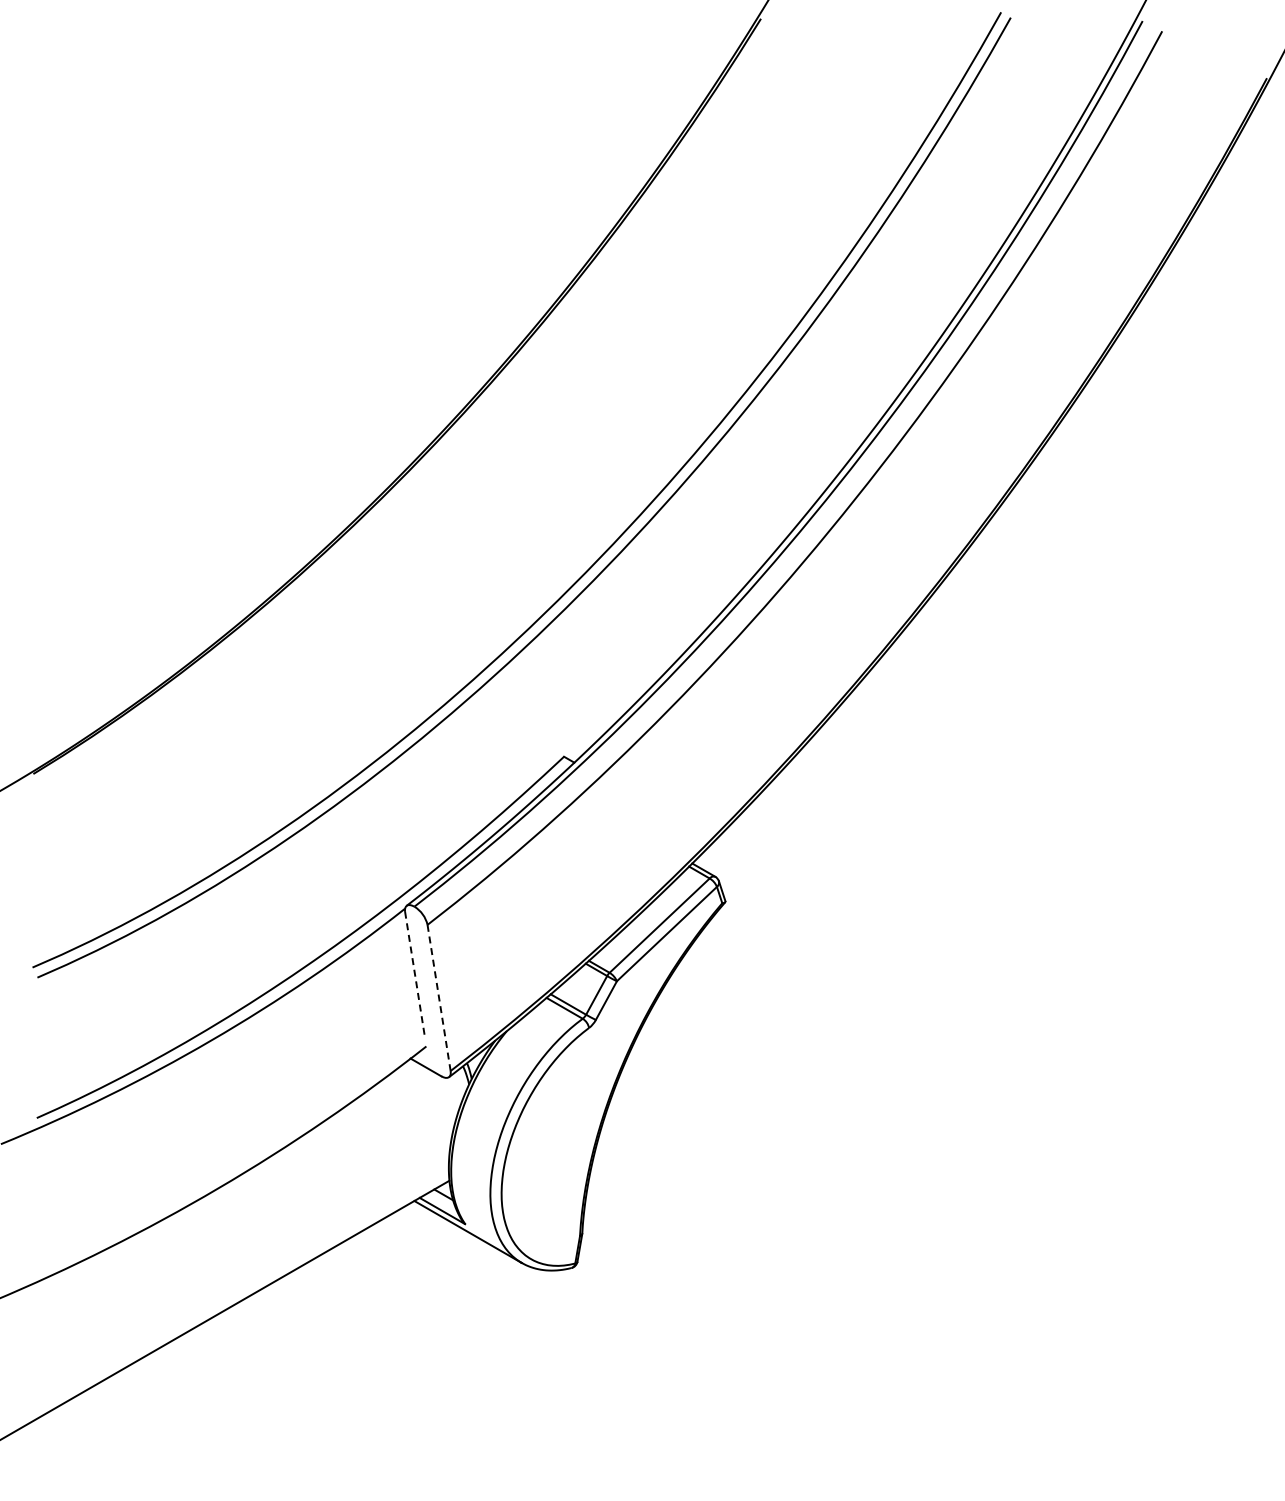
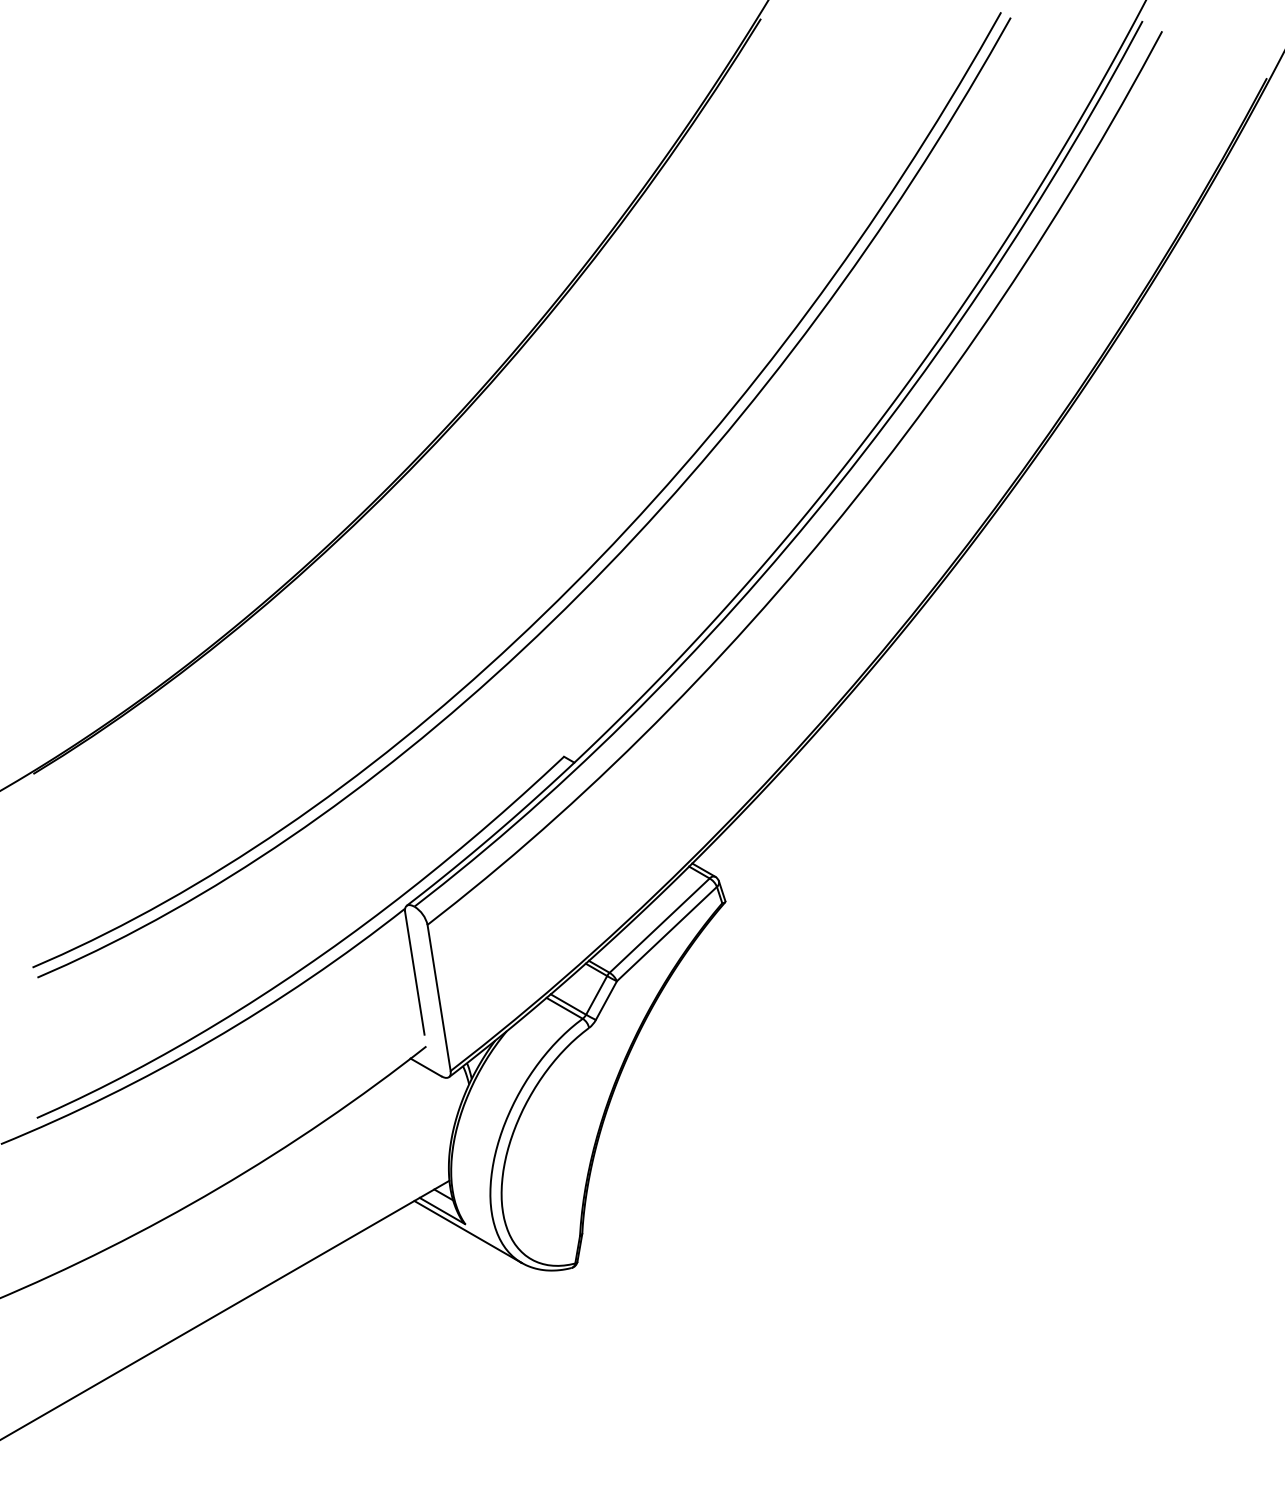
line at (414, 972): dashed -> solid
line at (439, 997): dashed -> solid
